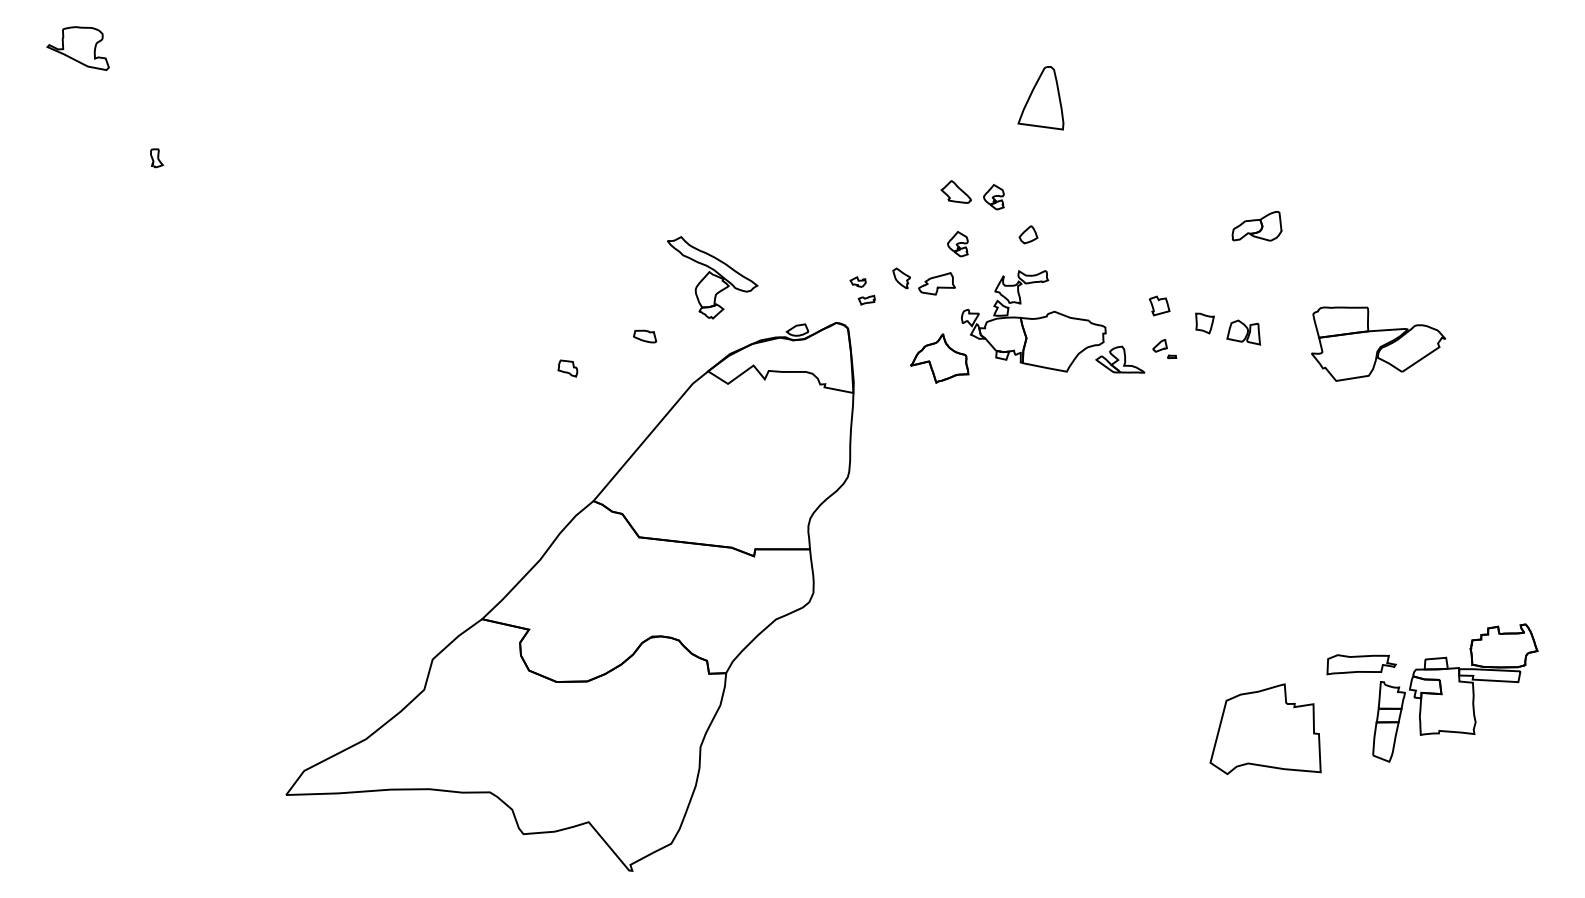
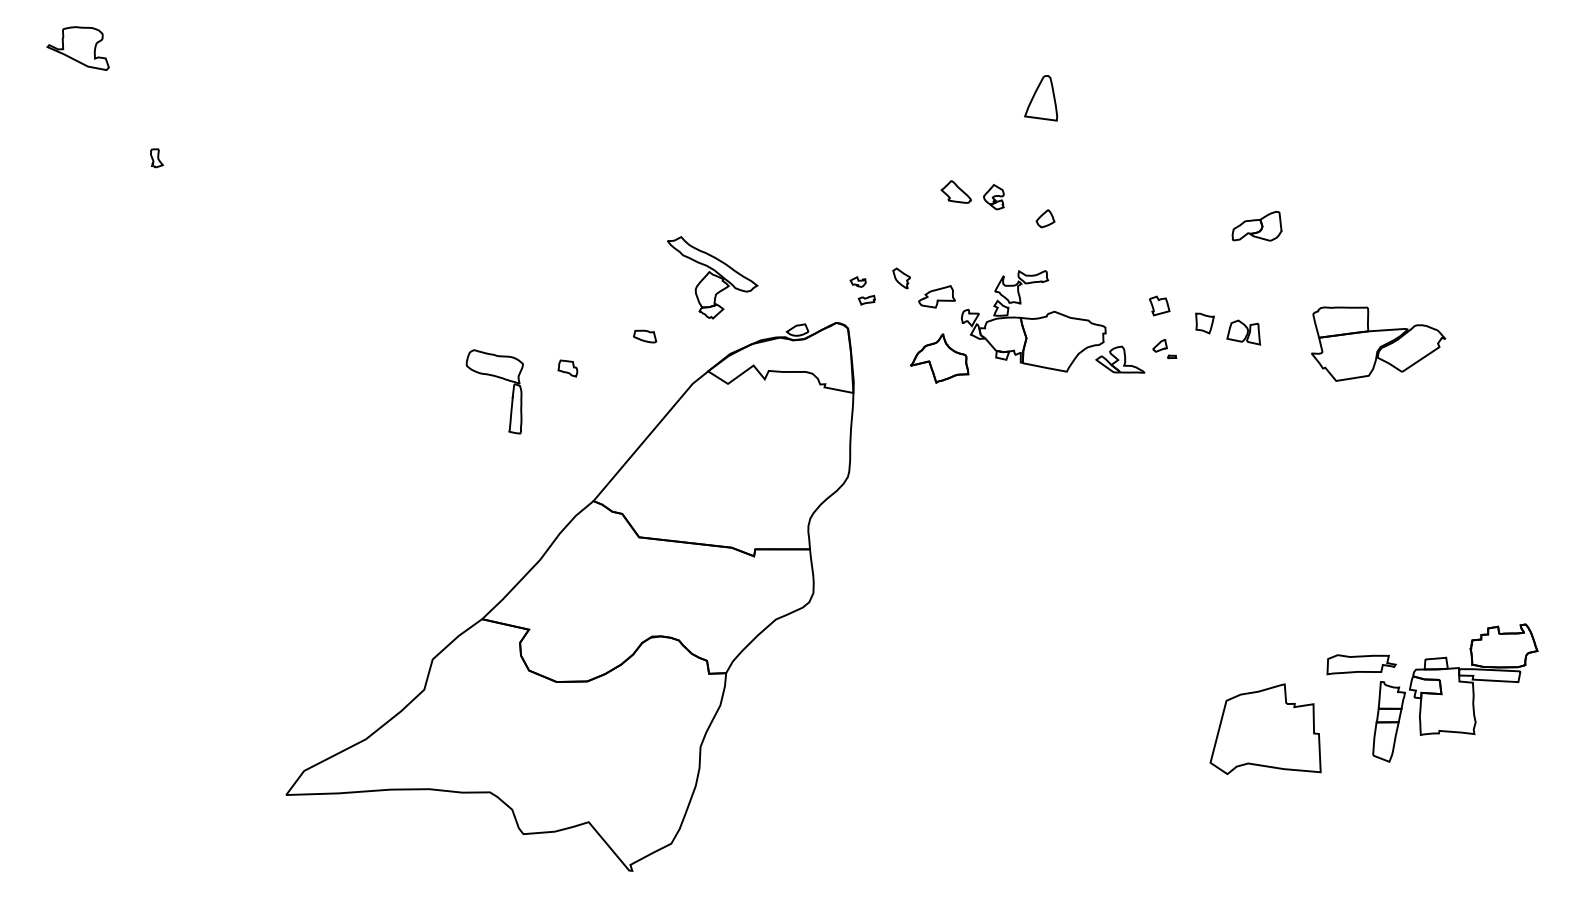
part at (1040, 98) size: 48x65 px -> 35x47 px
part at (1028, 234) position: (1028, 234) -> (1045, 218)
part at (957, 244): present -> none
part at (936, 283) position: (936, 283) -> (936, 296)
part at (499, 378): none -> present
